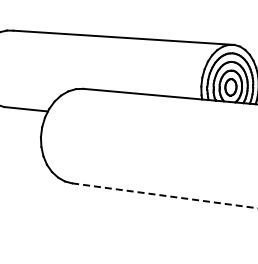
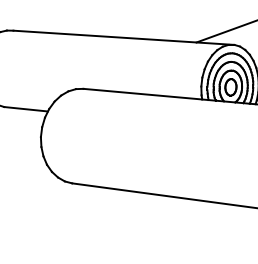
line at (225, 31): none -> present
line at (165, 195): dashed -> solid
